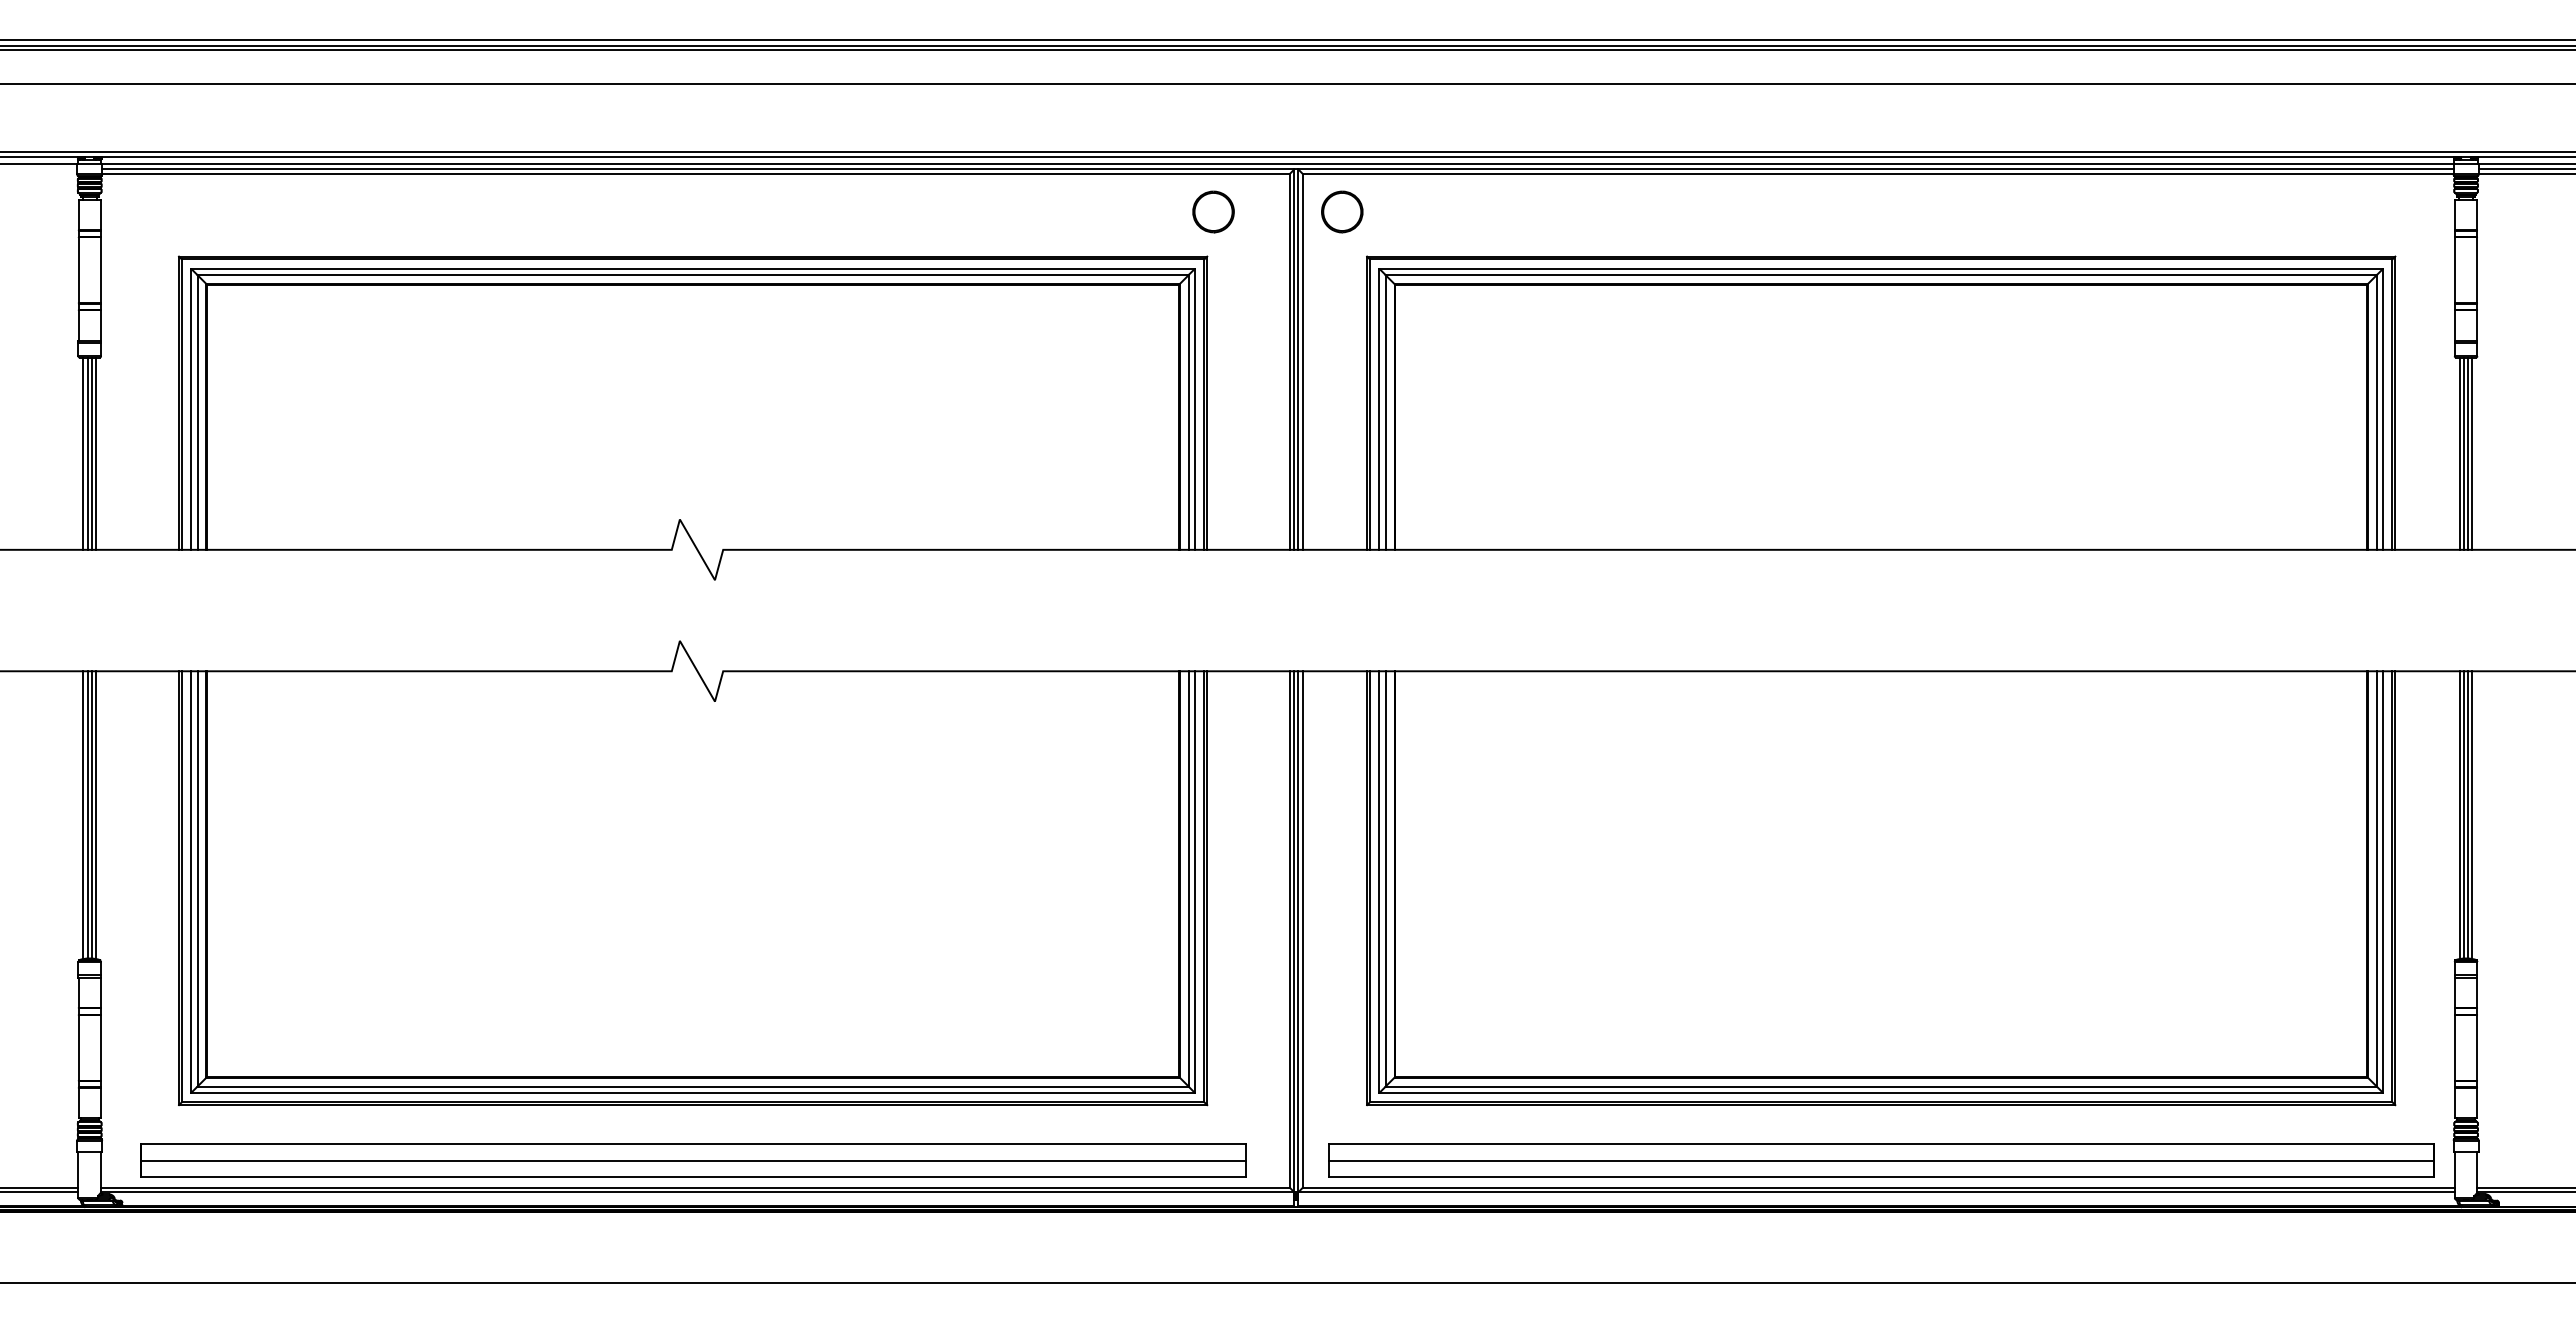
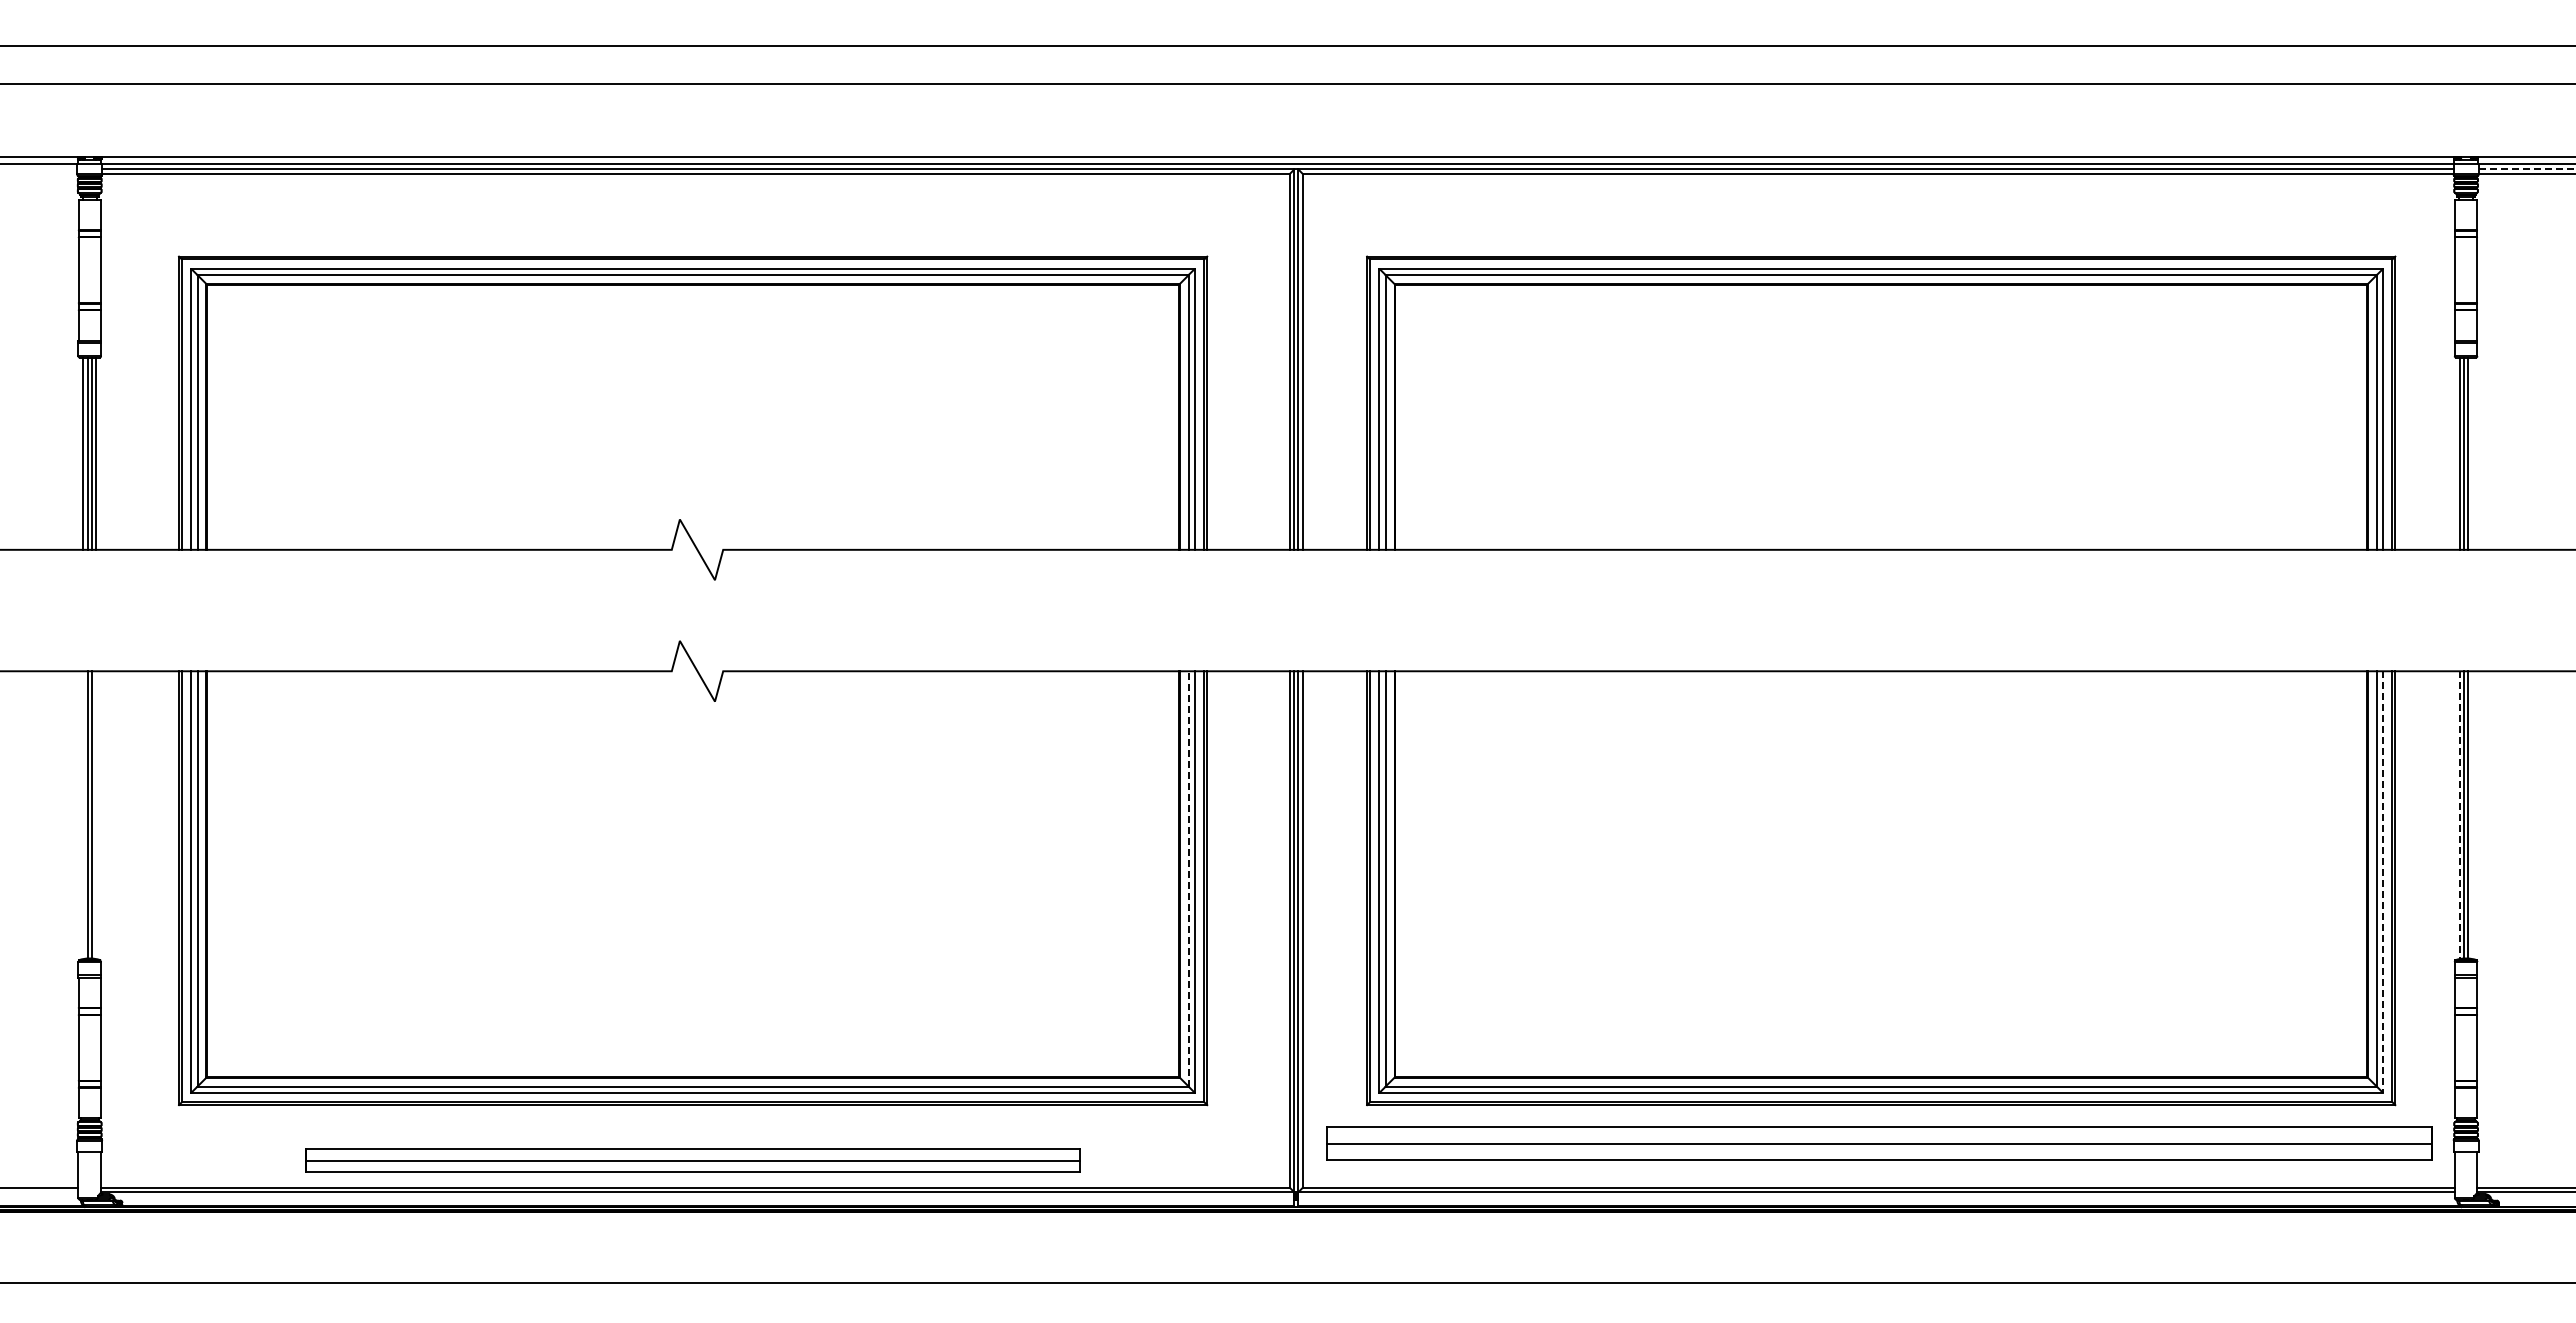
line at (1287, 39): present -> none
line at (1287, 49): present -> none
line at (1287, 152): present -> none
line at (2527, 169): solid -> dashed
part at (1213, 211): present -> none
part at (1342, 211): present -> none
line at (2472, 453): present -> none
line at (83, 815): present -> none
line at (96, 815): present -> none
line at (2459, 815): solid -> dashed
line at (2472, 815): present -> none
line at (1188, 878): solid -> dashed
line at (2383, 882): solid -> dashed
part at (693, 1160) size: 1107x35 px -> 776x25 px
part at (1881, 1160) position: (1881, 1160) -> (1879, 1143)
line at (40, 1192): present -> none
